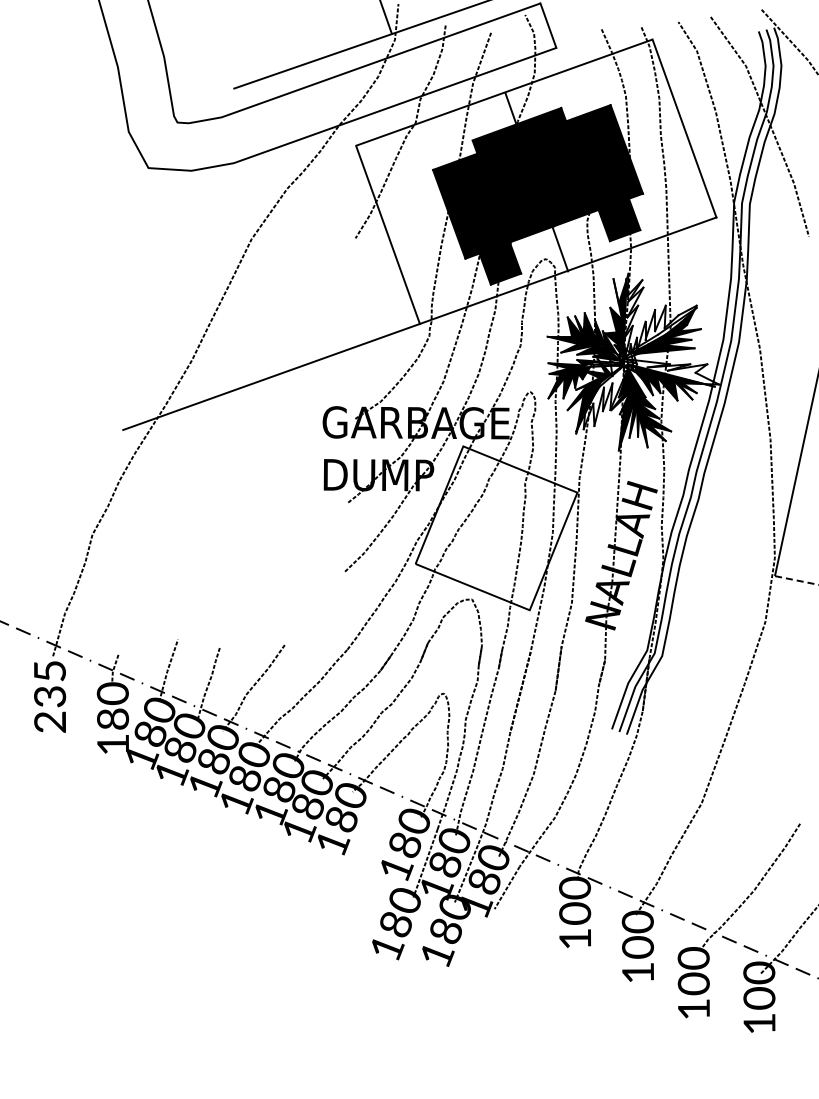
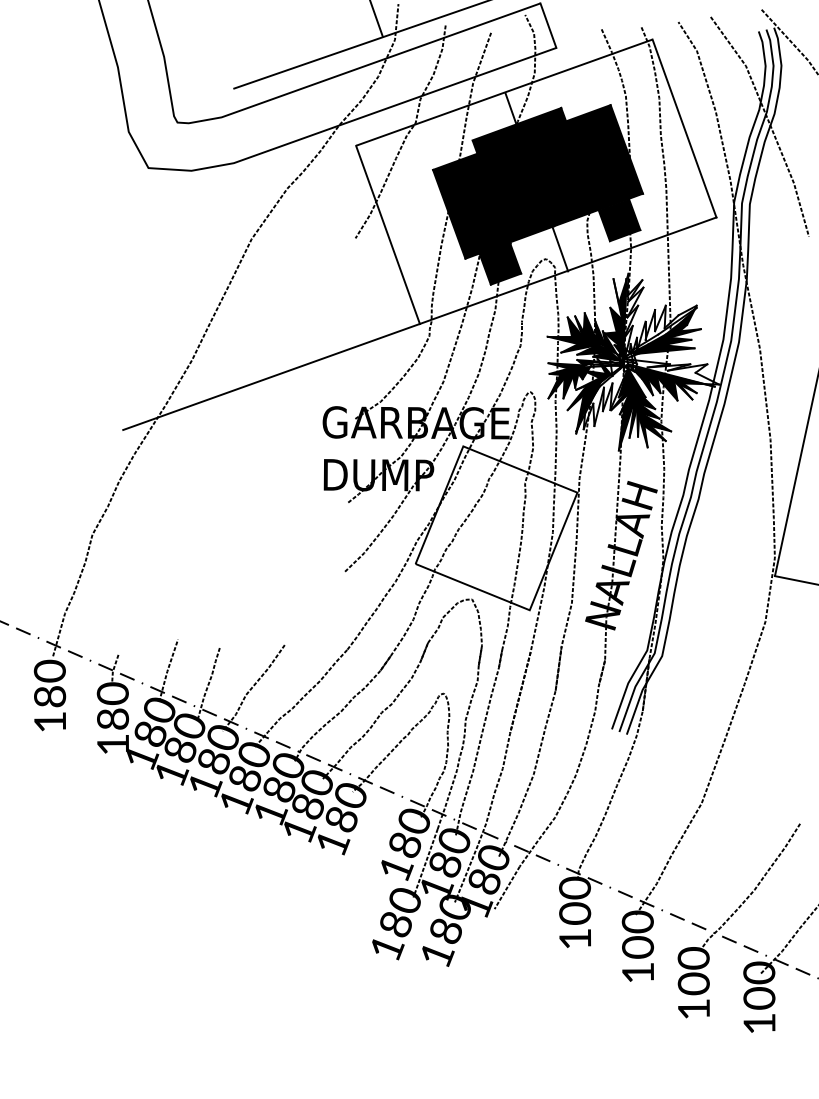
line at (385, 17) position: (385, 17) -> (376, 19)
line at (796, 580): dashed -> solid
text at (49, 695): 235 -> 180
